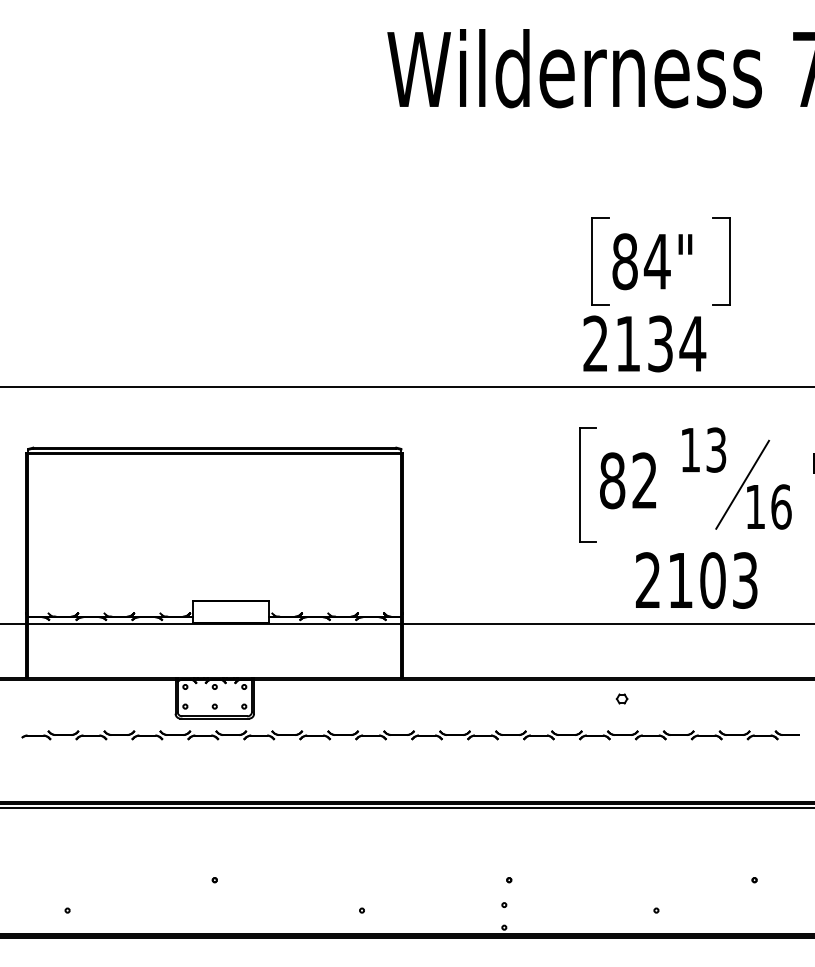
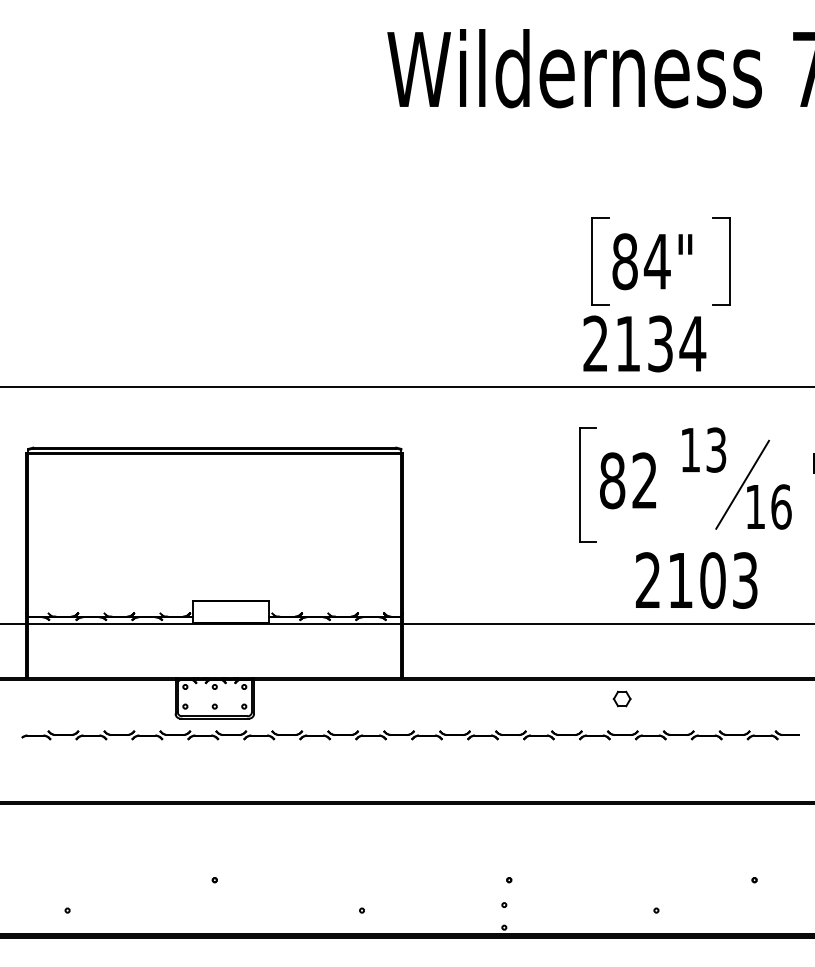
part at (621, 698) size: 14x12 px -> 20x18 px
line at (406, 807): present -> none
